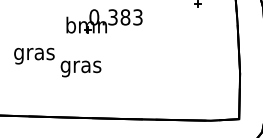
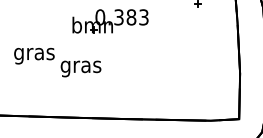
part at (104, 21) position: (104, 21) -> (110, 21)
